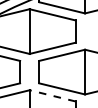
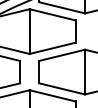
line at (52, 95): dashed -> solid
